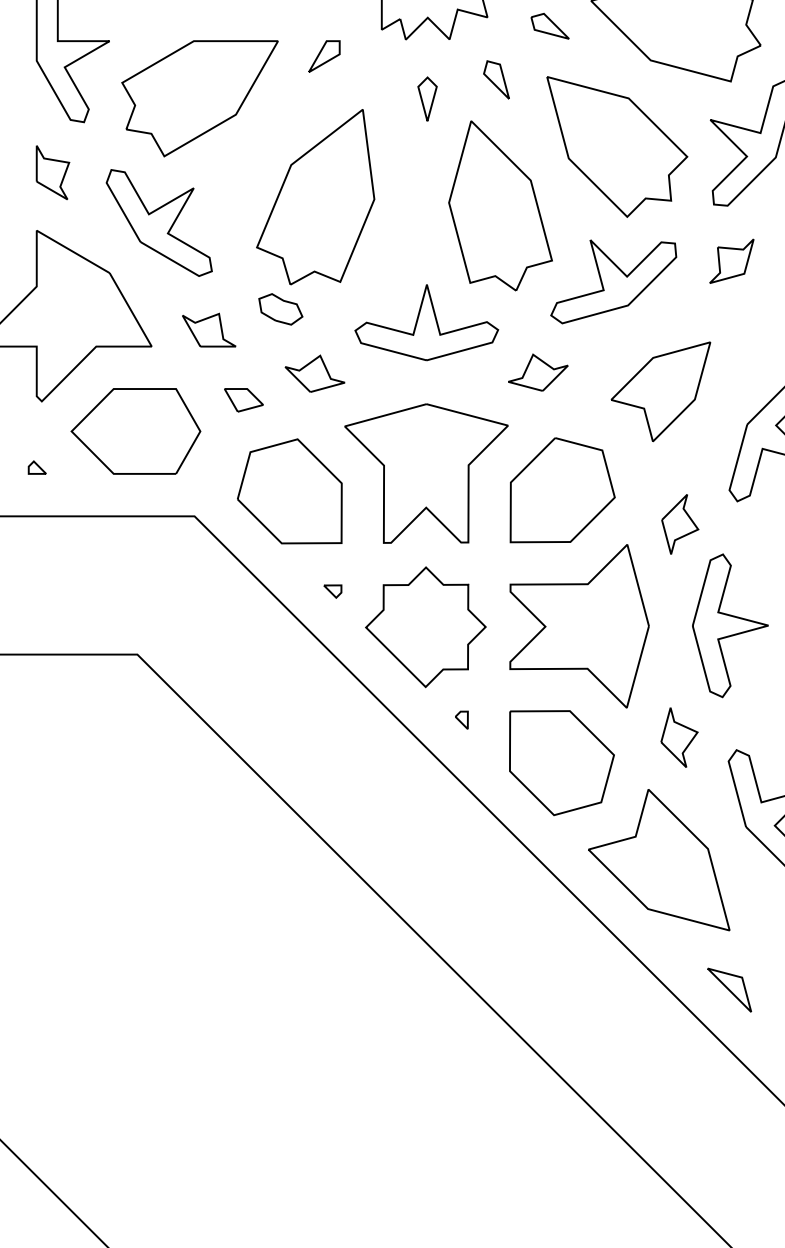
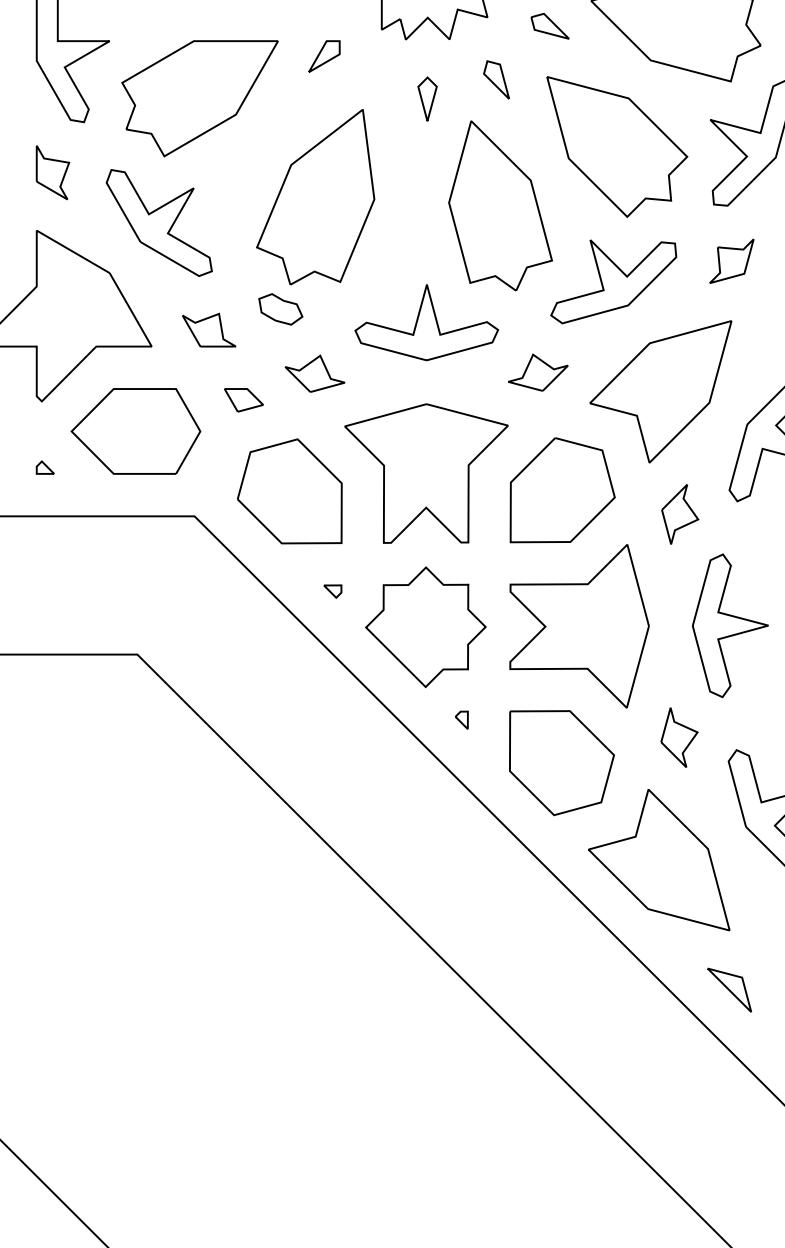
part at (660, 391) size: 102x102 px -> 144x144 px
part at (36, 467) position: (36, 467) -> (44, 467)
part at (680, 524) position: (680, 524) -> (680, 514)
